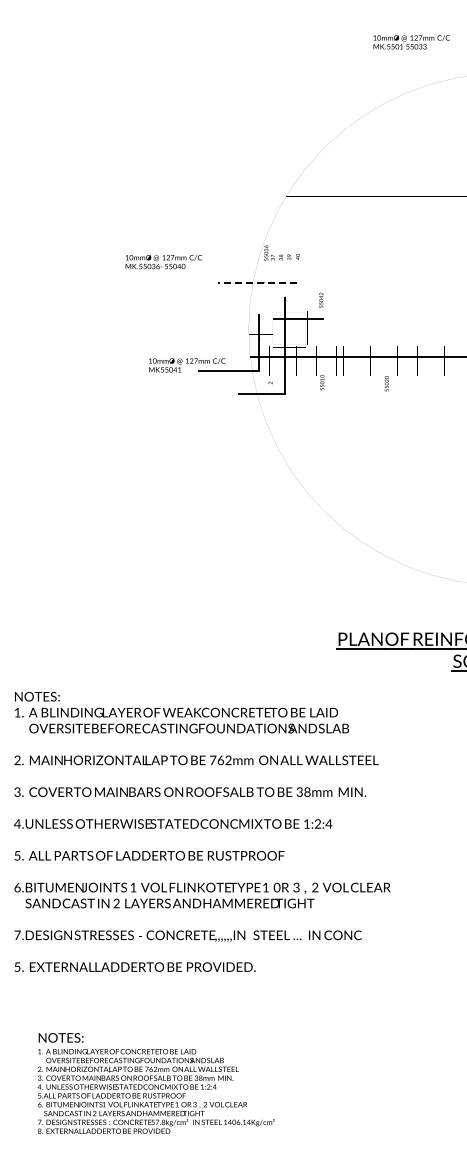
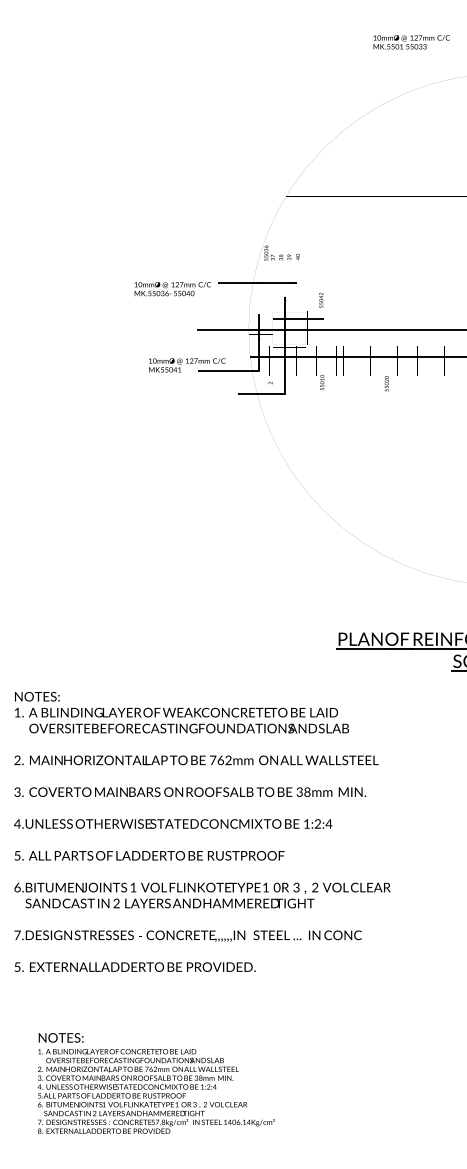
text at (163, 262) position: (163, 262) -> (172, 289)
line at (257, 282): dashed -> solid
line at (330, 329): none -> present
